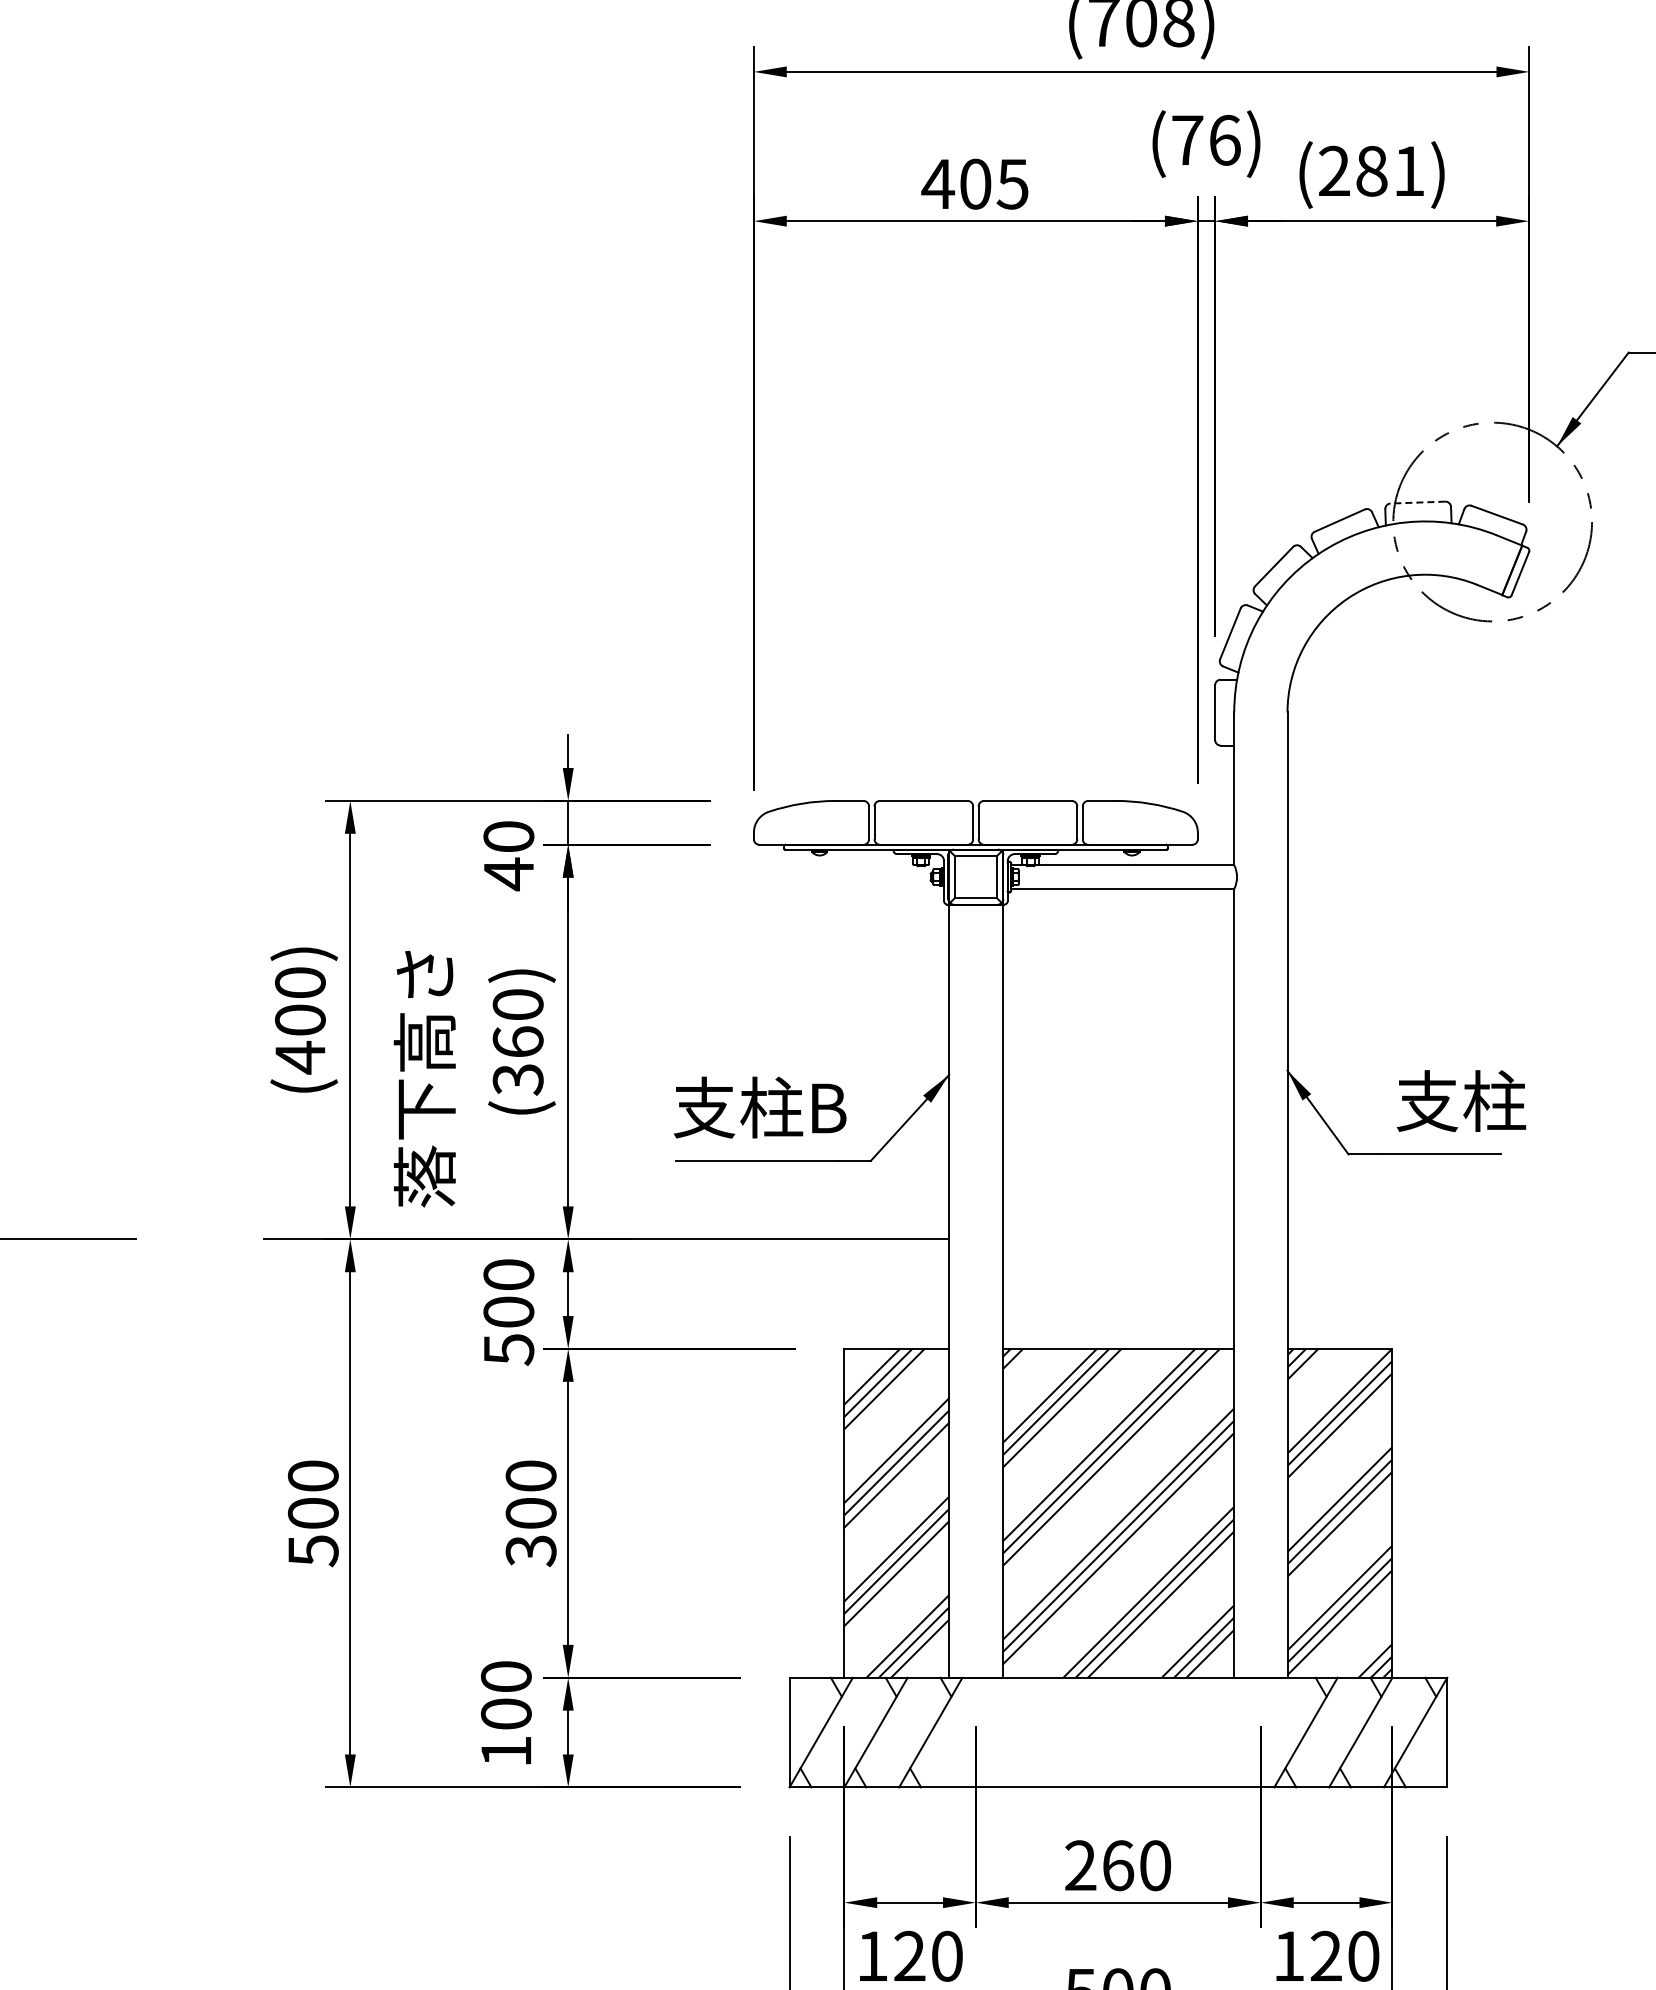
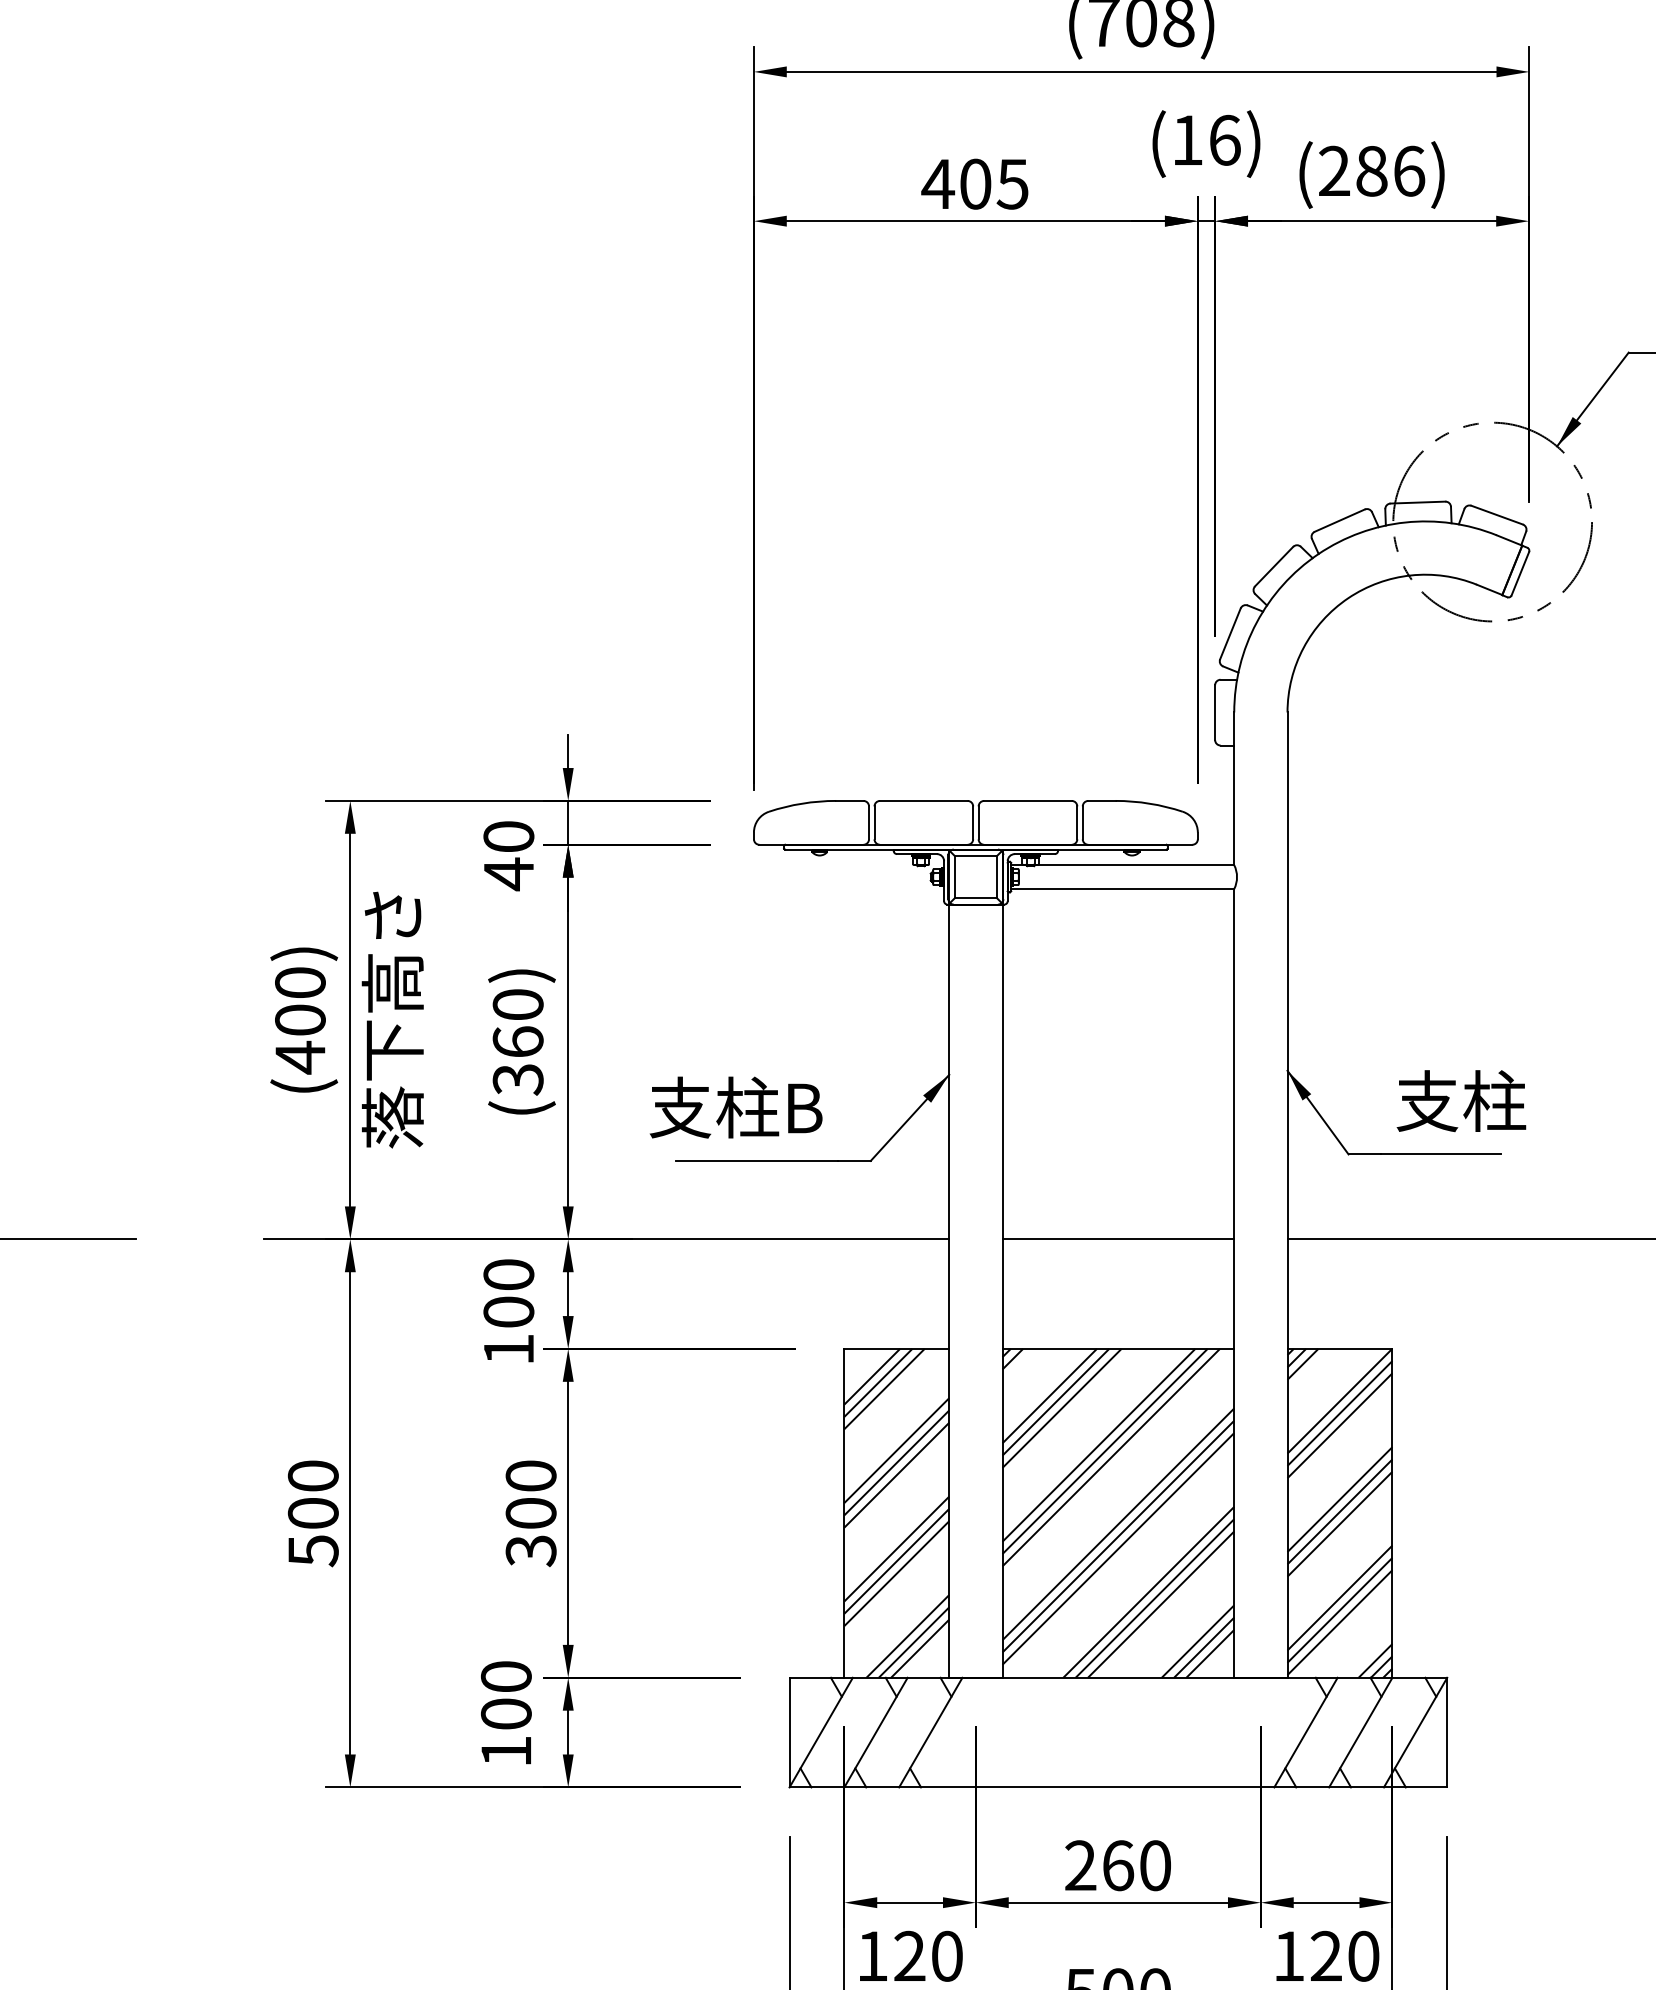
text at (1187, 139): (76) -> (16)
text at (1409, 170): (281) -> (286)
line at (1417, 502): dashed -> solid
text at (424, 1078) position: (424, 1078) -> (392, 1019)
text at (759, 1107) position: (759, 1107) -> (735, 1107)
line at (1118, 1239): none -> present
line at (1469, 1239): none -> present
text at (509, 1349): 500 -> 100
